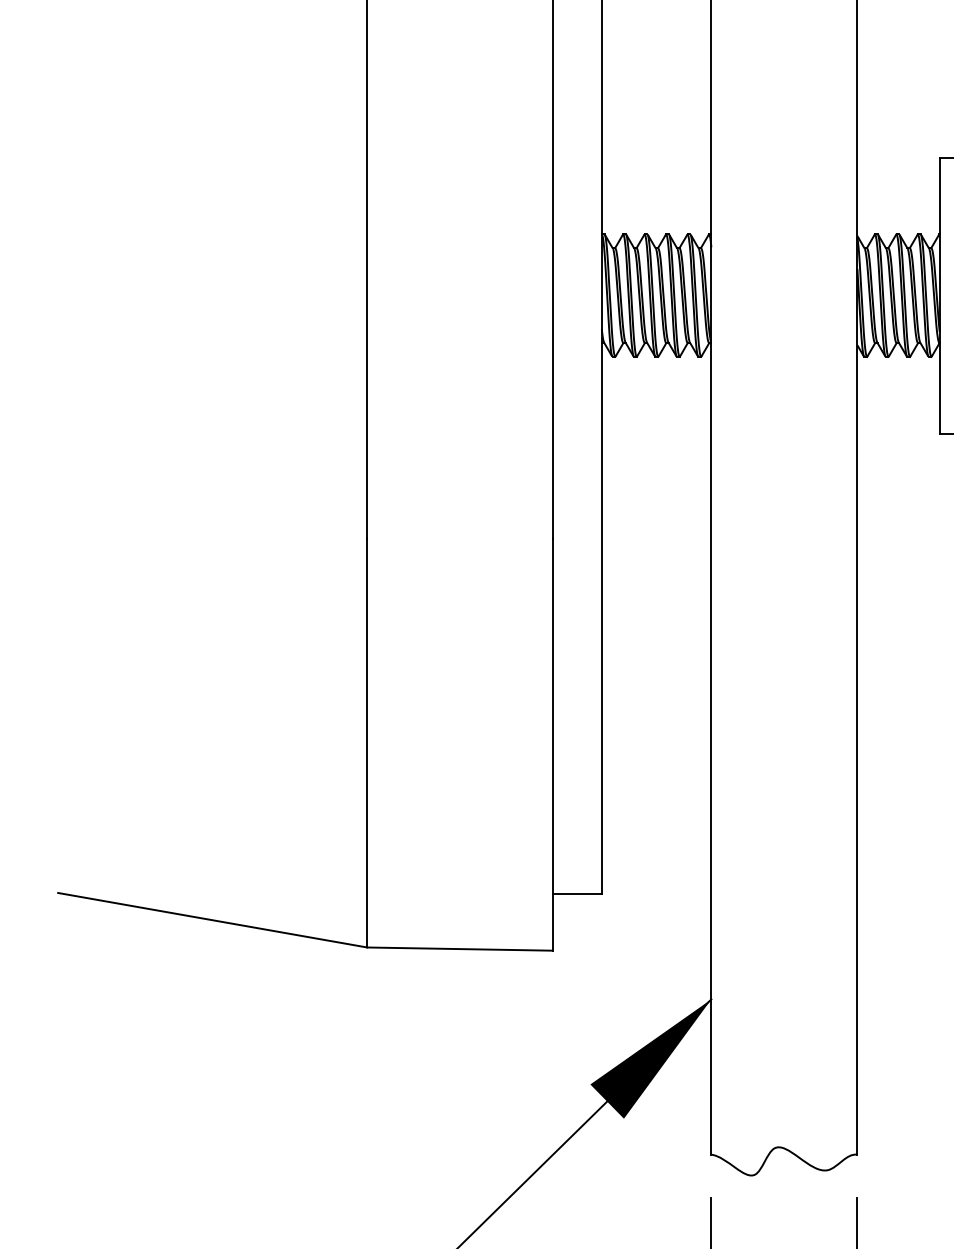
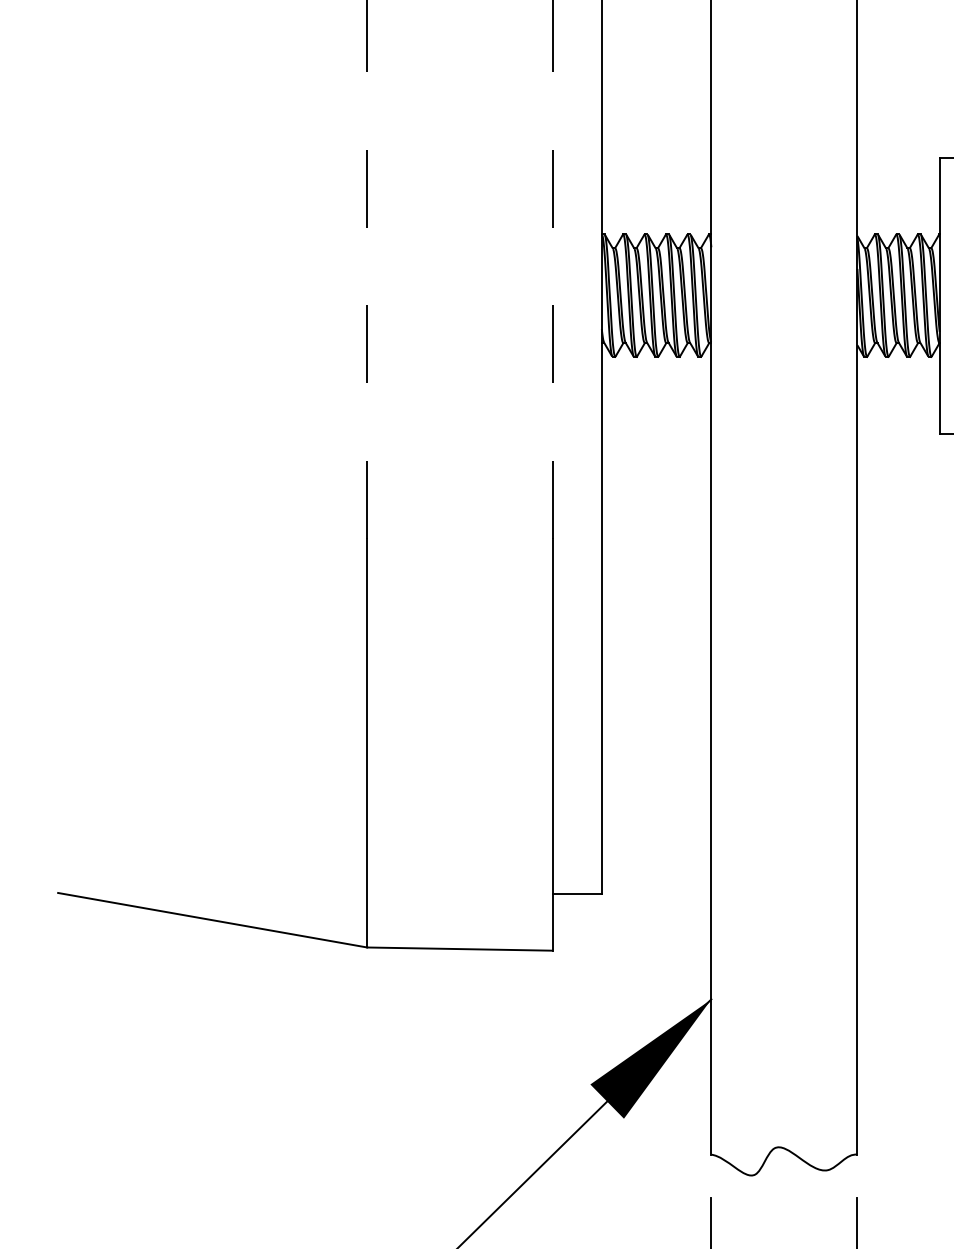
line at (367, 269): solid -> dashed
line at (552, 269): solid -> dashed
